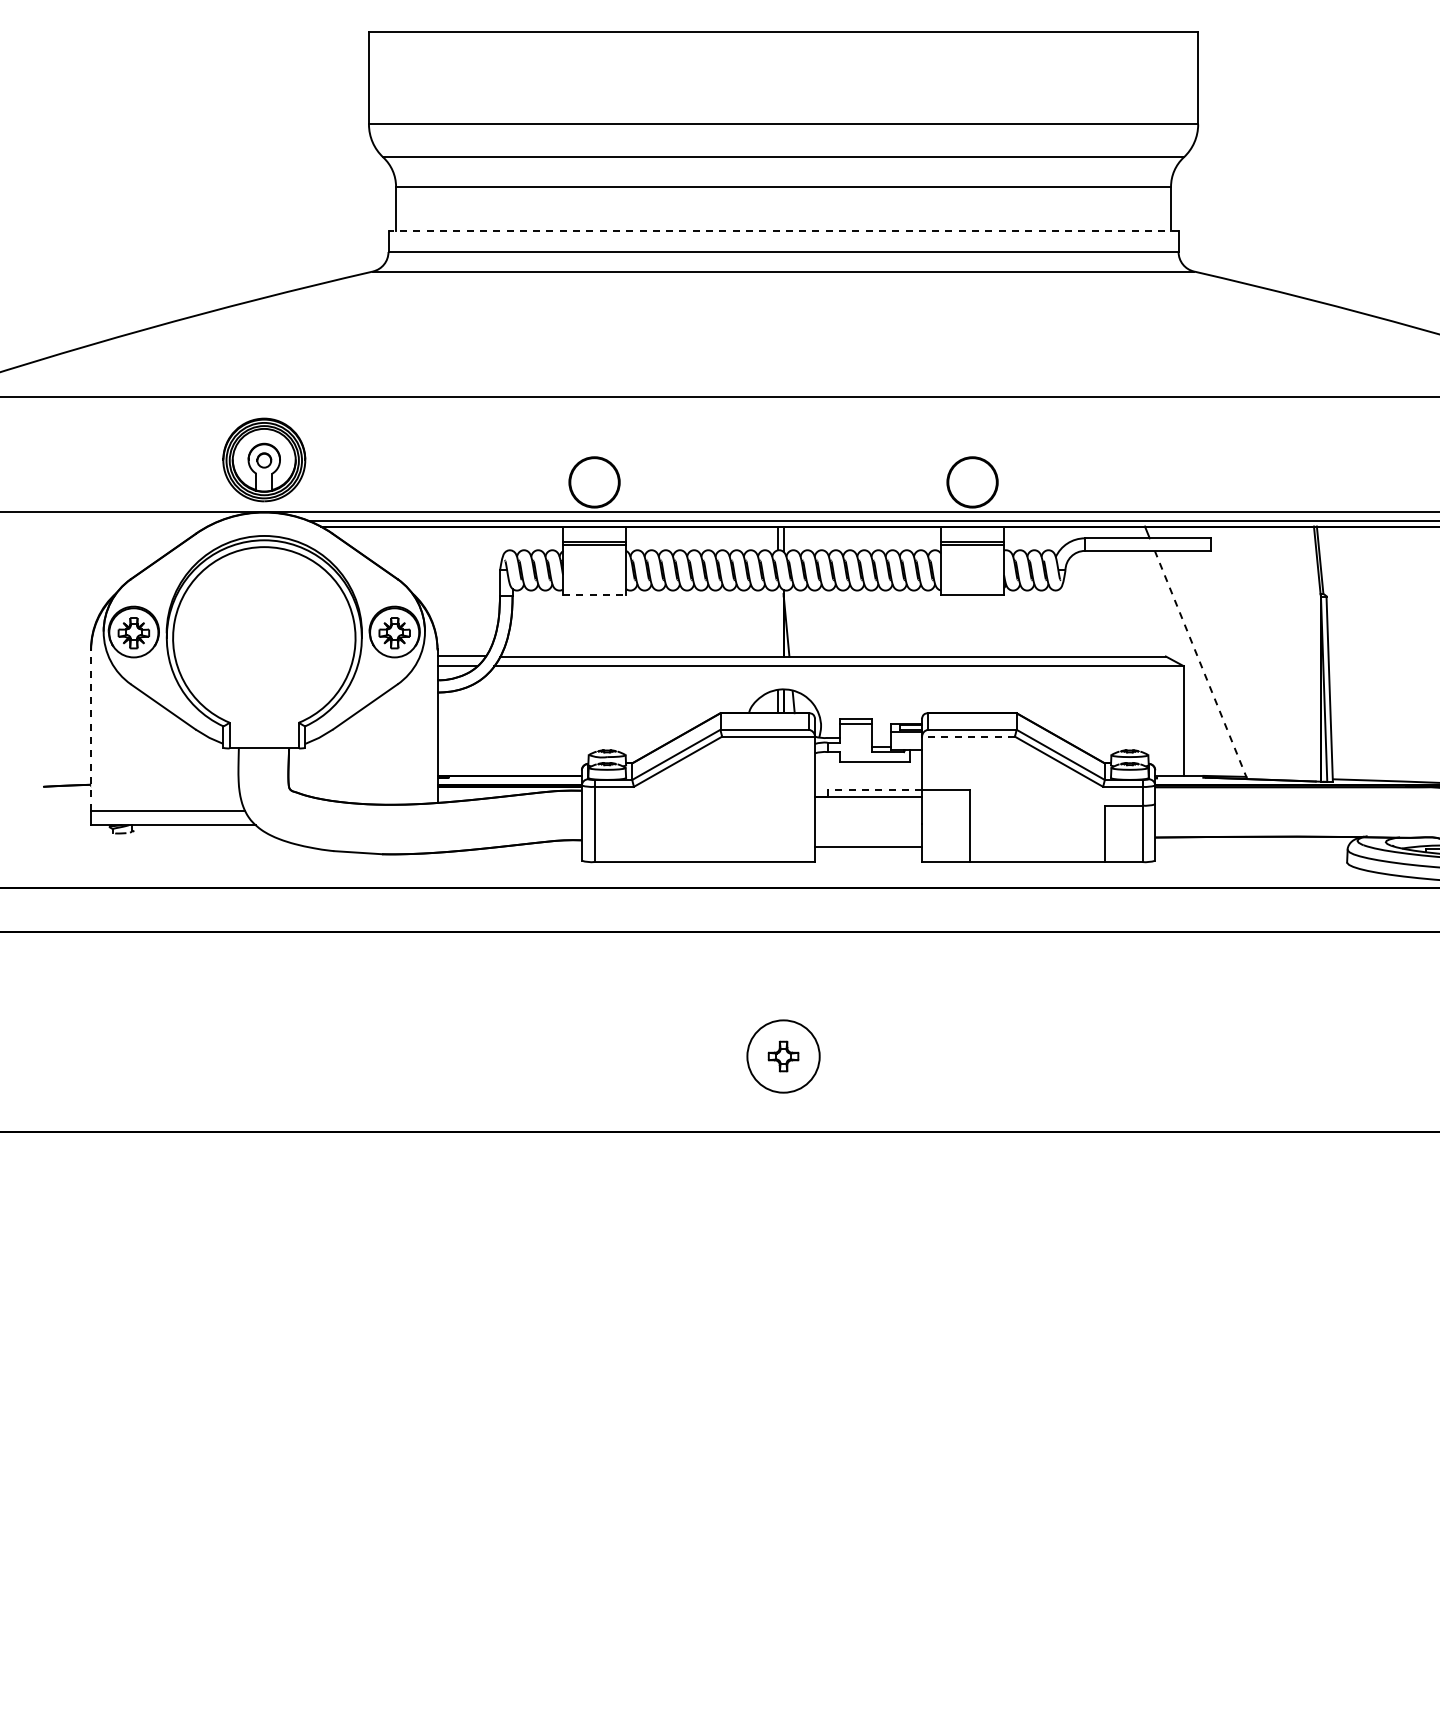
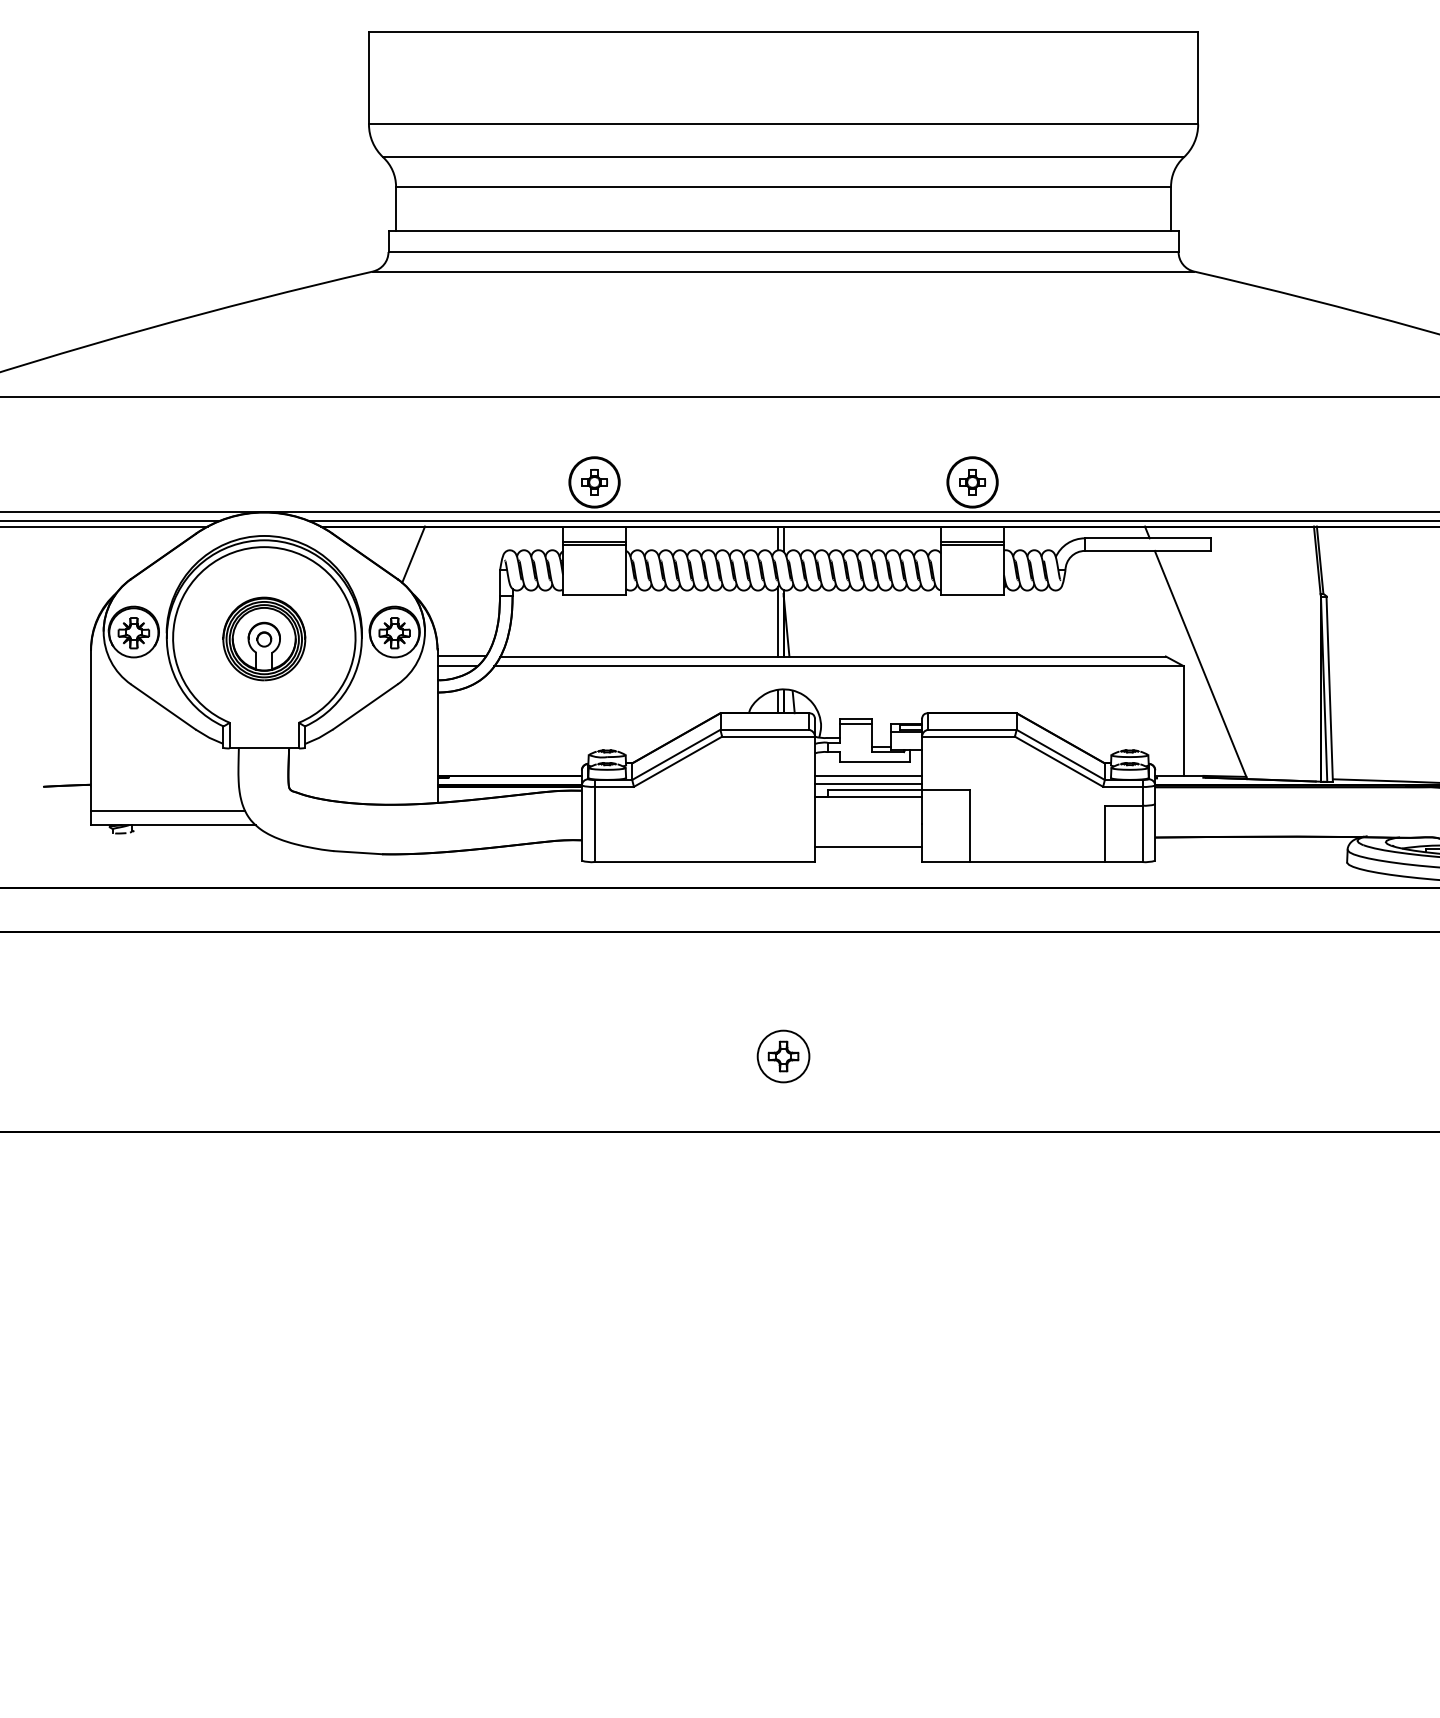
line at (783, 231): dashed -> solid
part at (264, 459) position: (264, 459) -> (264, 638)
part at (594, 482): none -> present
part at (972, 482): none -> present
line at (110, 521): none -> present
line at (104, 526): none -> present
line at (413, 554): none -> present
line at (595, 595): dashed -> solid
line at (777, 621): none -> present
line at (1200, 664): dashed -> solid
line at (91, 729): dashed -> solid
line at (968, 736): dashed -> solid
line at (868, 775): none -> present
line at (868, 783): none -> present
line at (874, 790): dashed -> solid
circle at (783, 1056) diameter: 72 px -> 52 px
